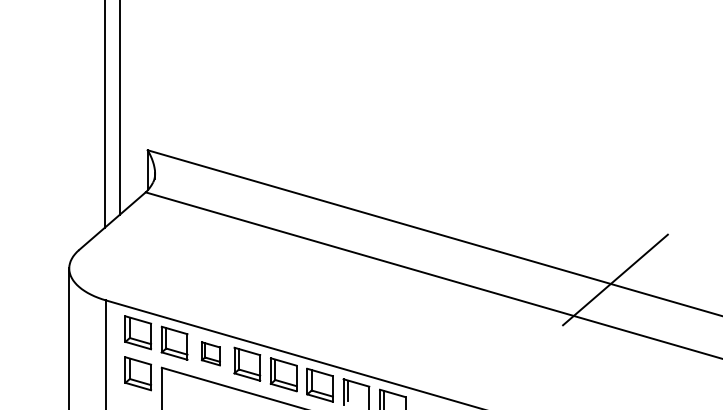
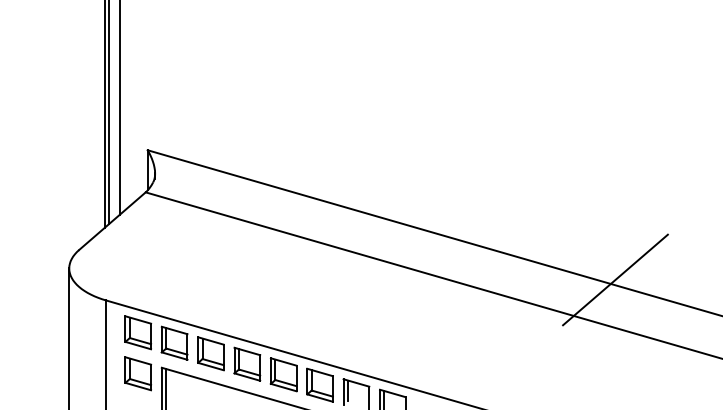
line at (108, 113): none -> present
part at (210, 353) size: 21x26 px -> 28x36 px
line at (166, 387): none -> present
